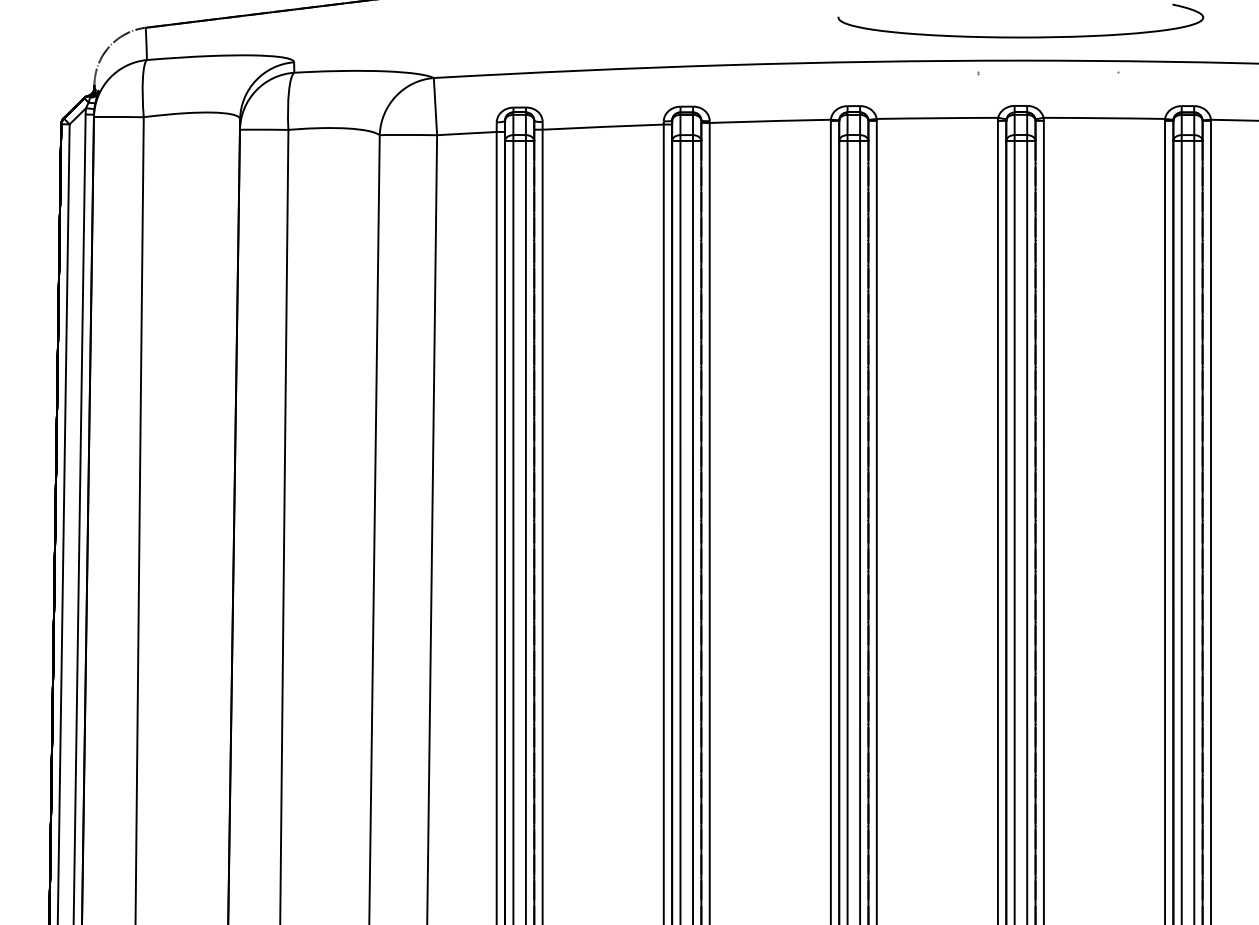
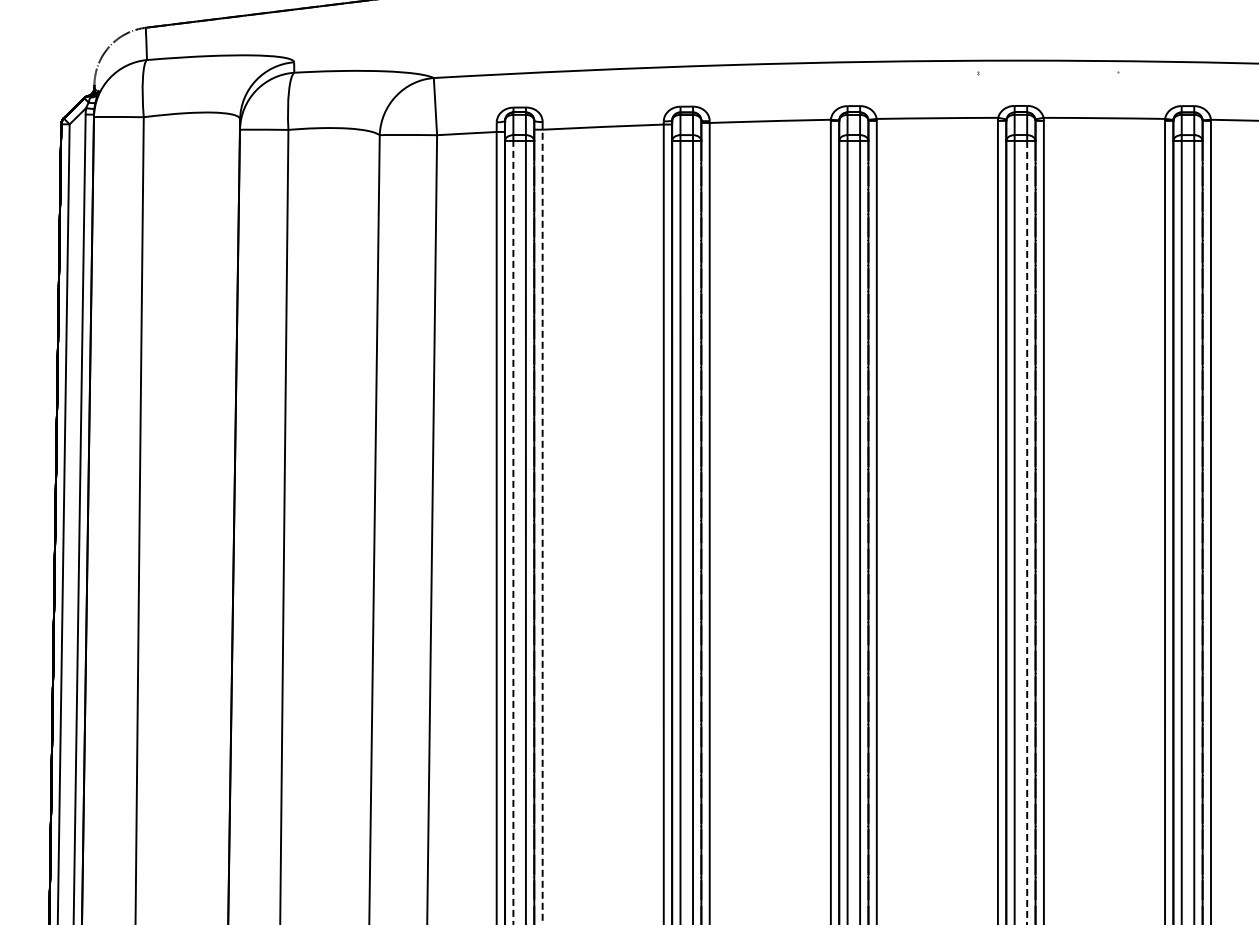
curve at (1020, 36): present -> none
line at (542, 526): solid -> dashed
line at (513, 532): solid -> dashed
line at (1027, 532): solid -> dashed
